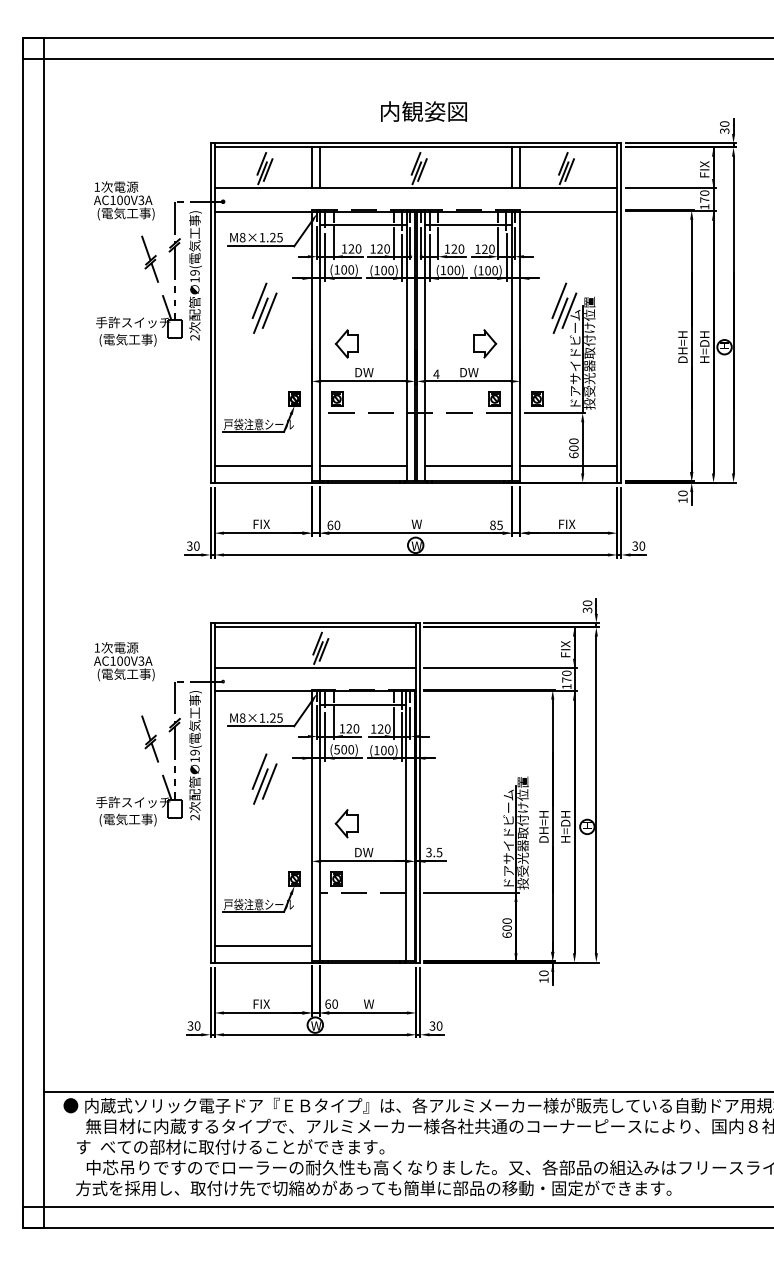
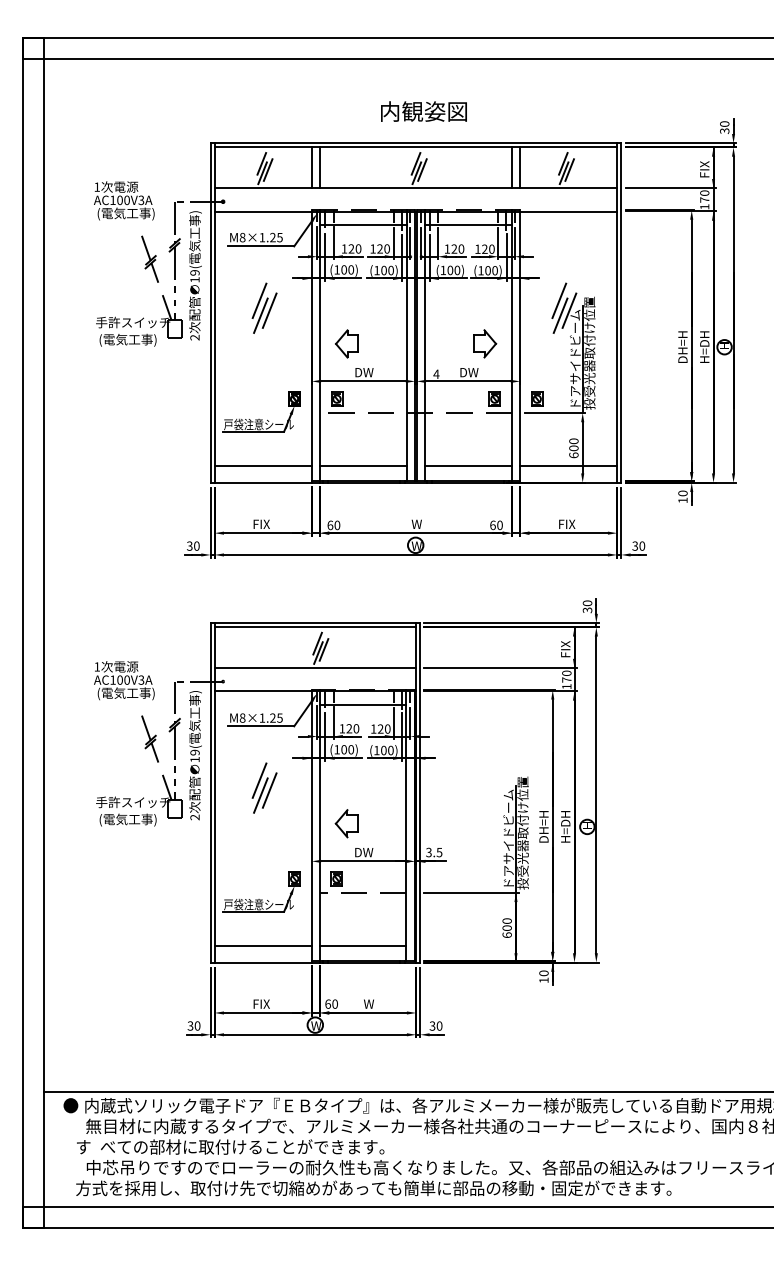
text at (496, 524): 85 -> 60
text at (124, 661) position: (124, 661) -> (124, 680)
text at (336, 749): (500) -> (100)
part at (264, 778) position: (264, 778) -> (264, 787)
line at (362, 946): none -> present
